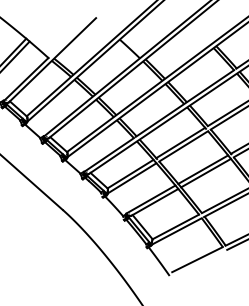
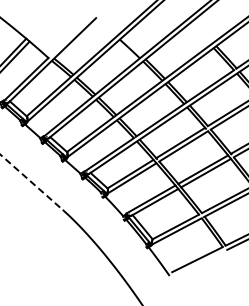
line at (31, 182): solid -> dashed
